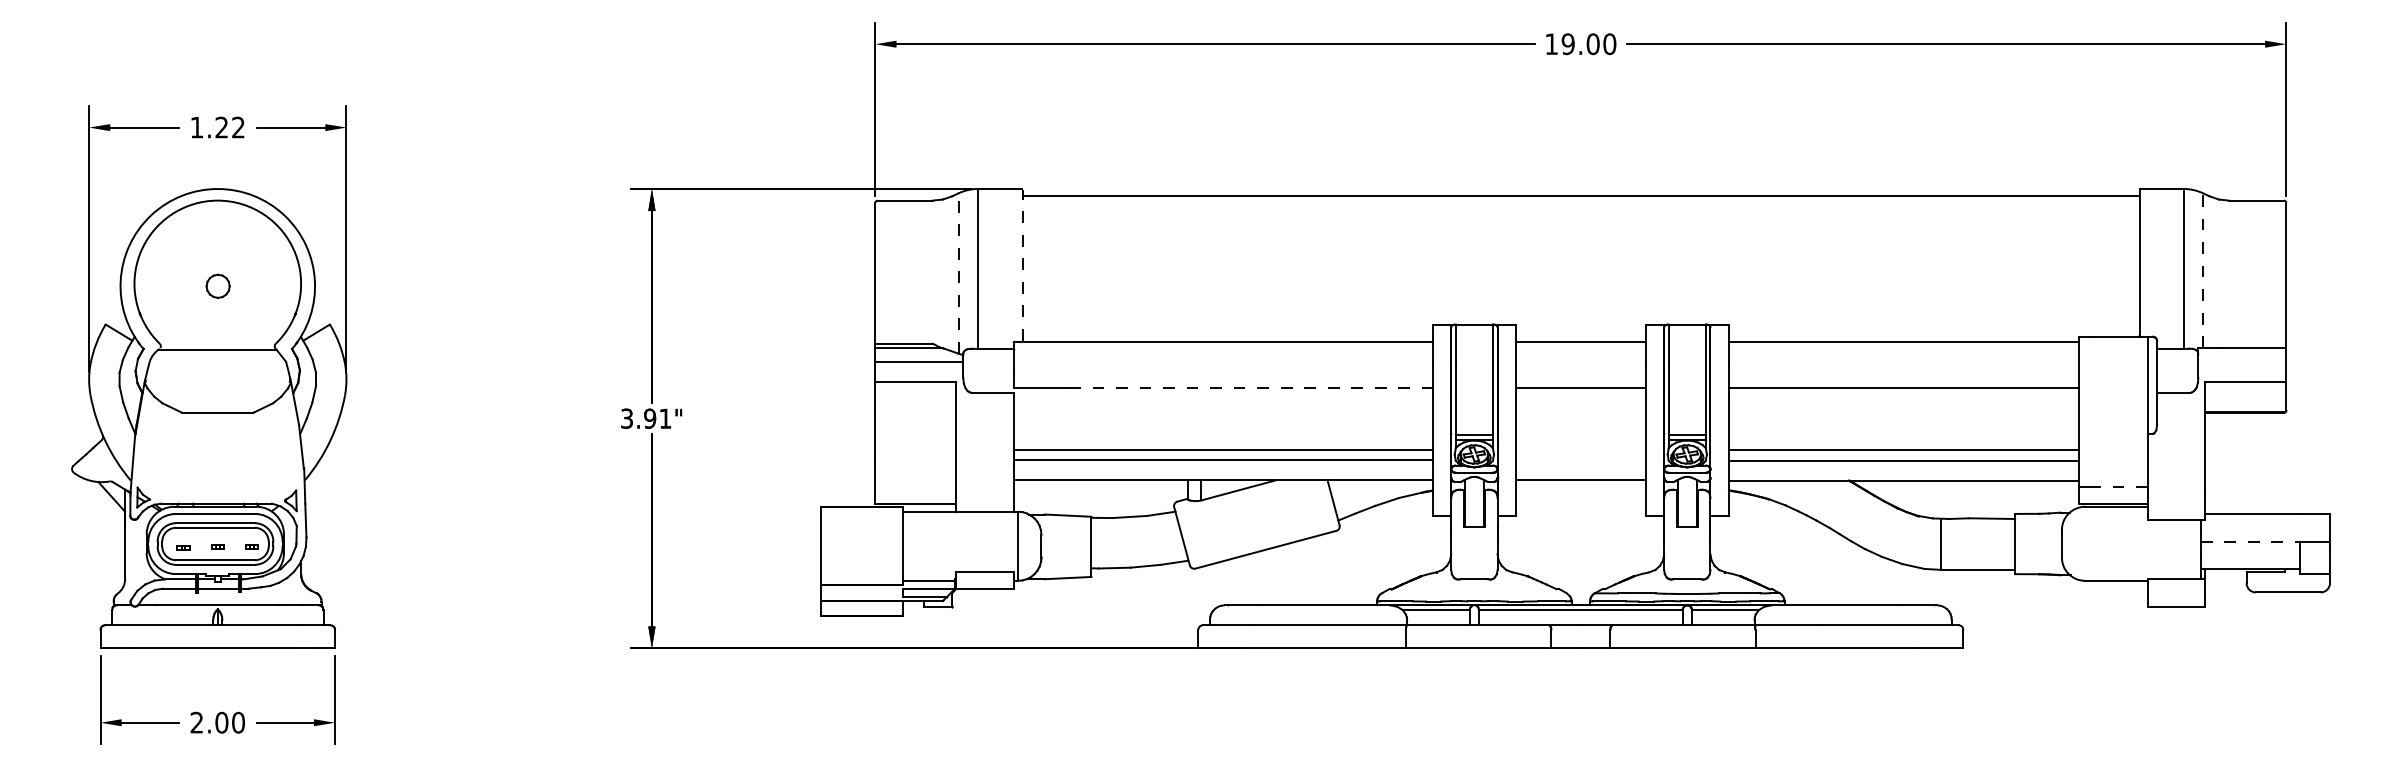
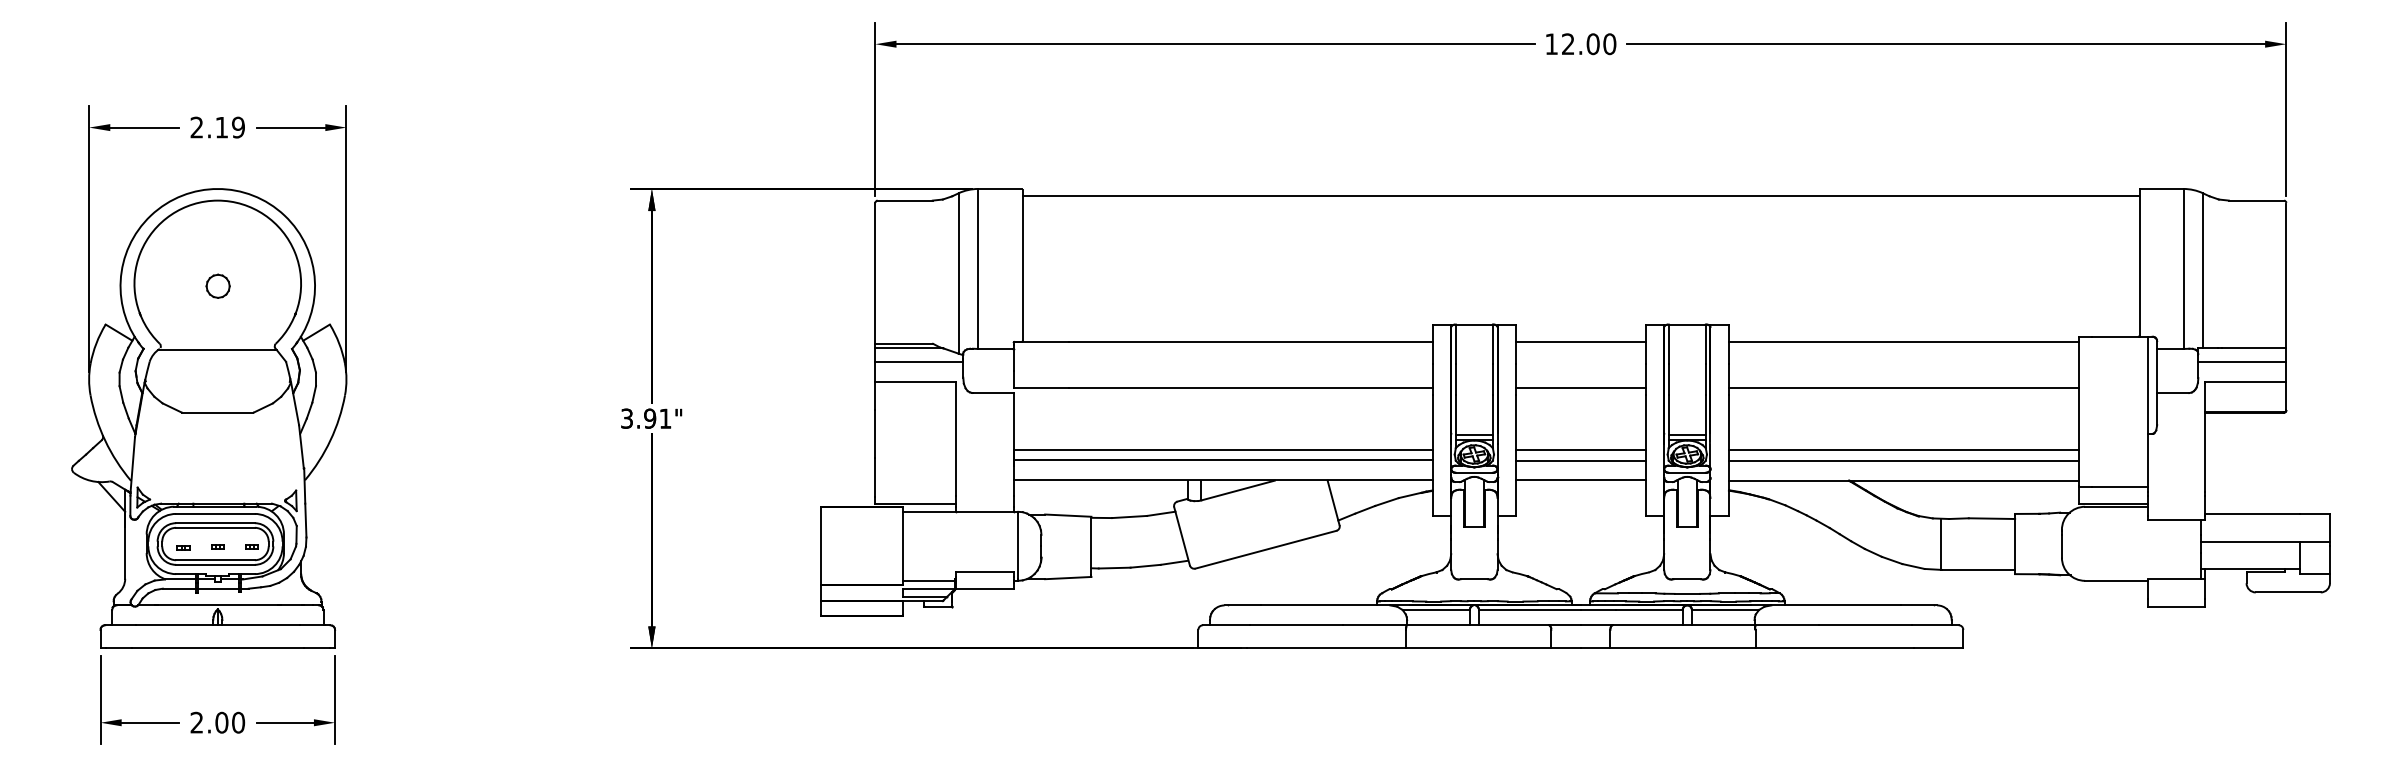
text at (1567, 44): 19.00 -> 12.00
text at (217, 127): 1.22 -> 2.19
line at (1023, 265): dashed -> solid
line at (2203, 270): dashed -> solid
line at (958, 273): dashed -> solid
line at (2242, 361): none -> present
line at (1250, 388): dashed -> solid
line at (1580, 450): none -> present
line at (1580, 461): none -> present
line at (2120, 487): dashed -> solid
line at (2250, 541): dashed -> solid
